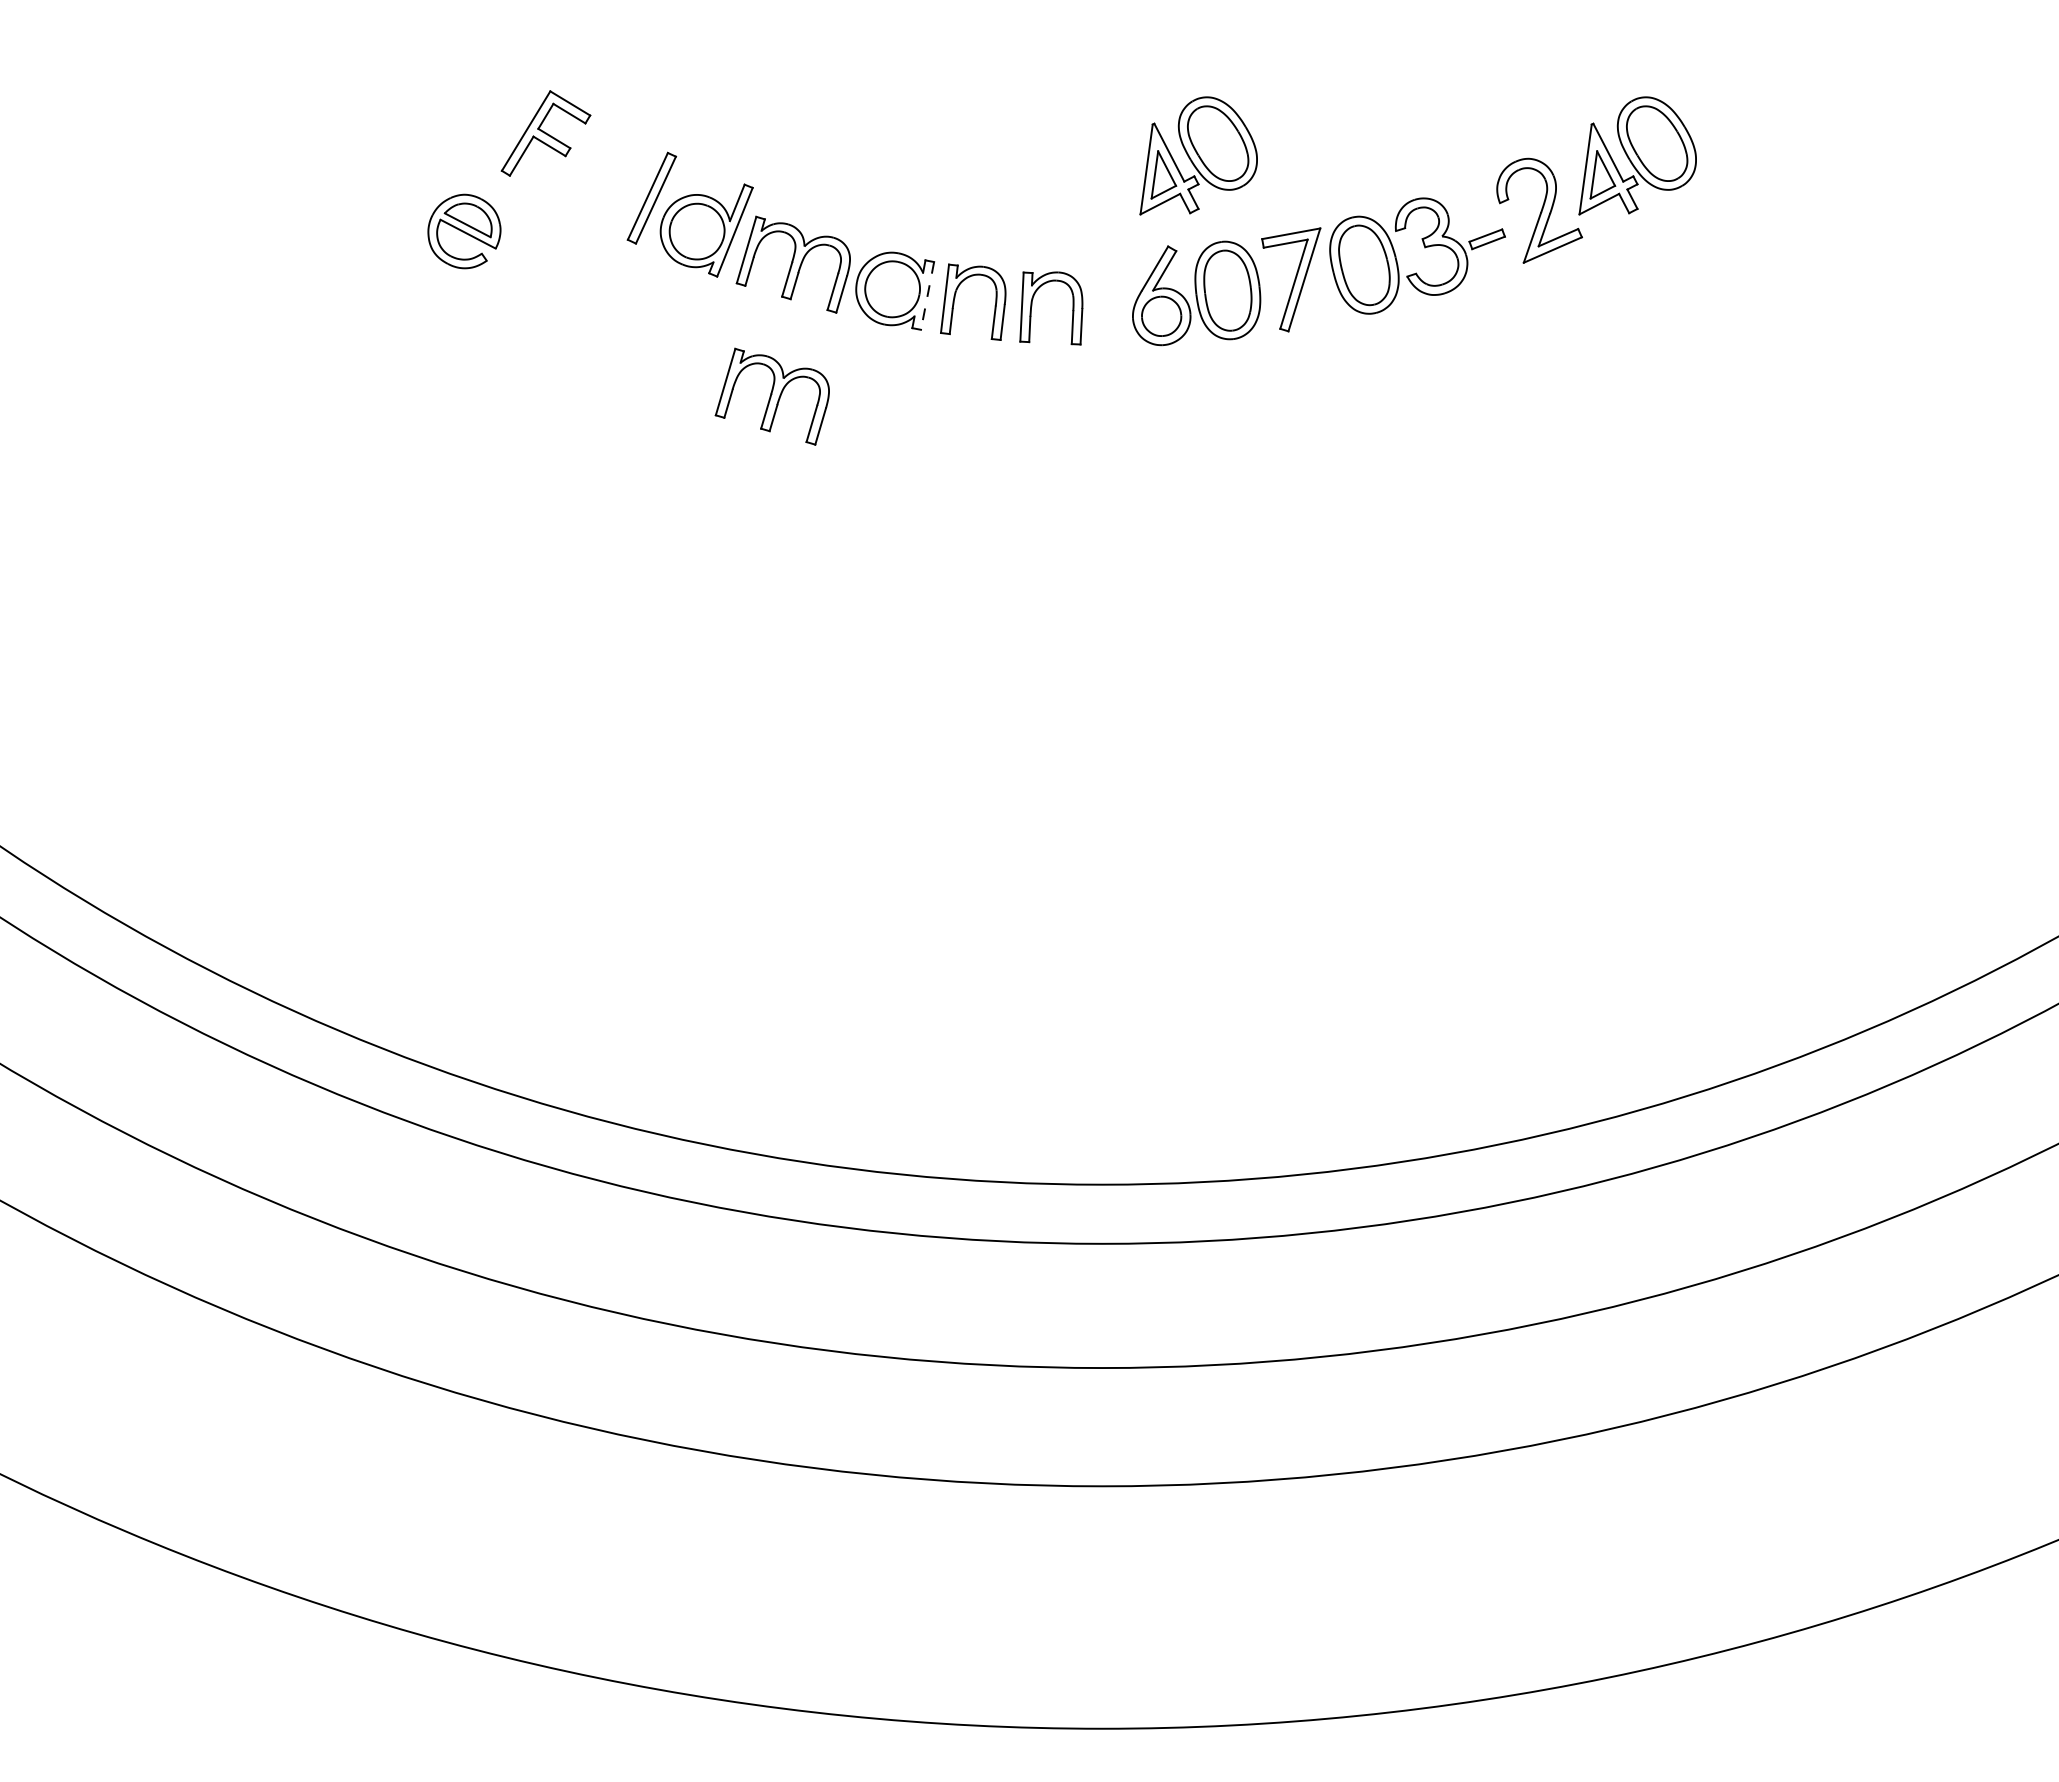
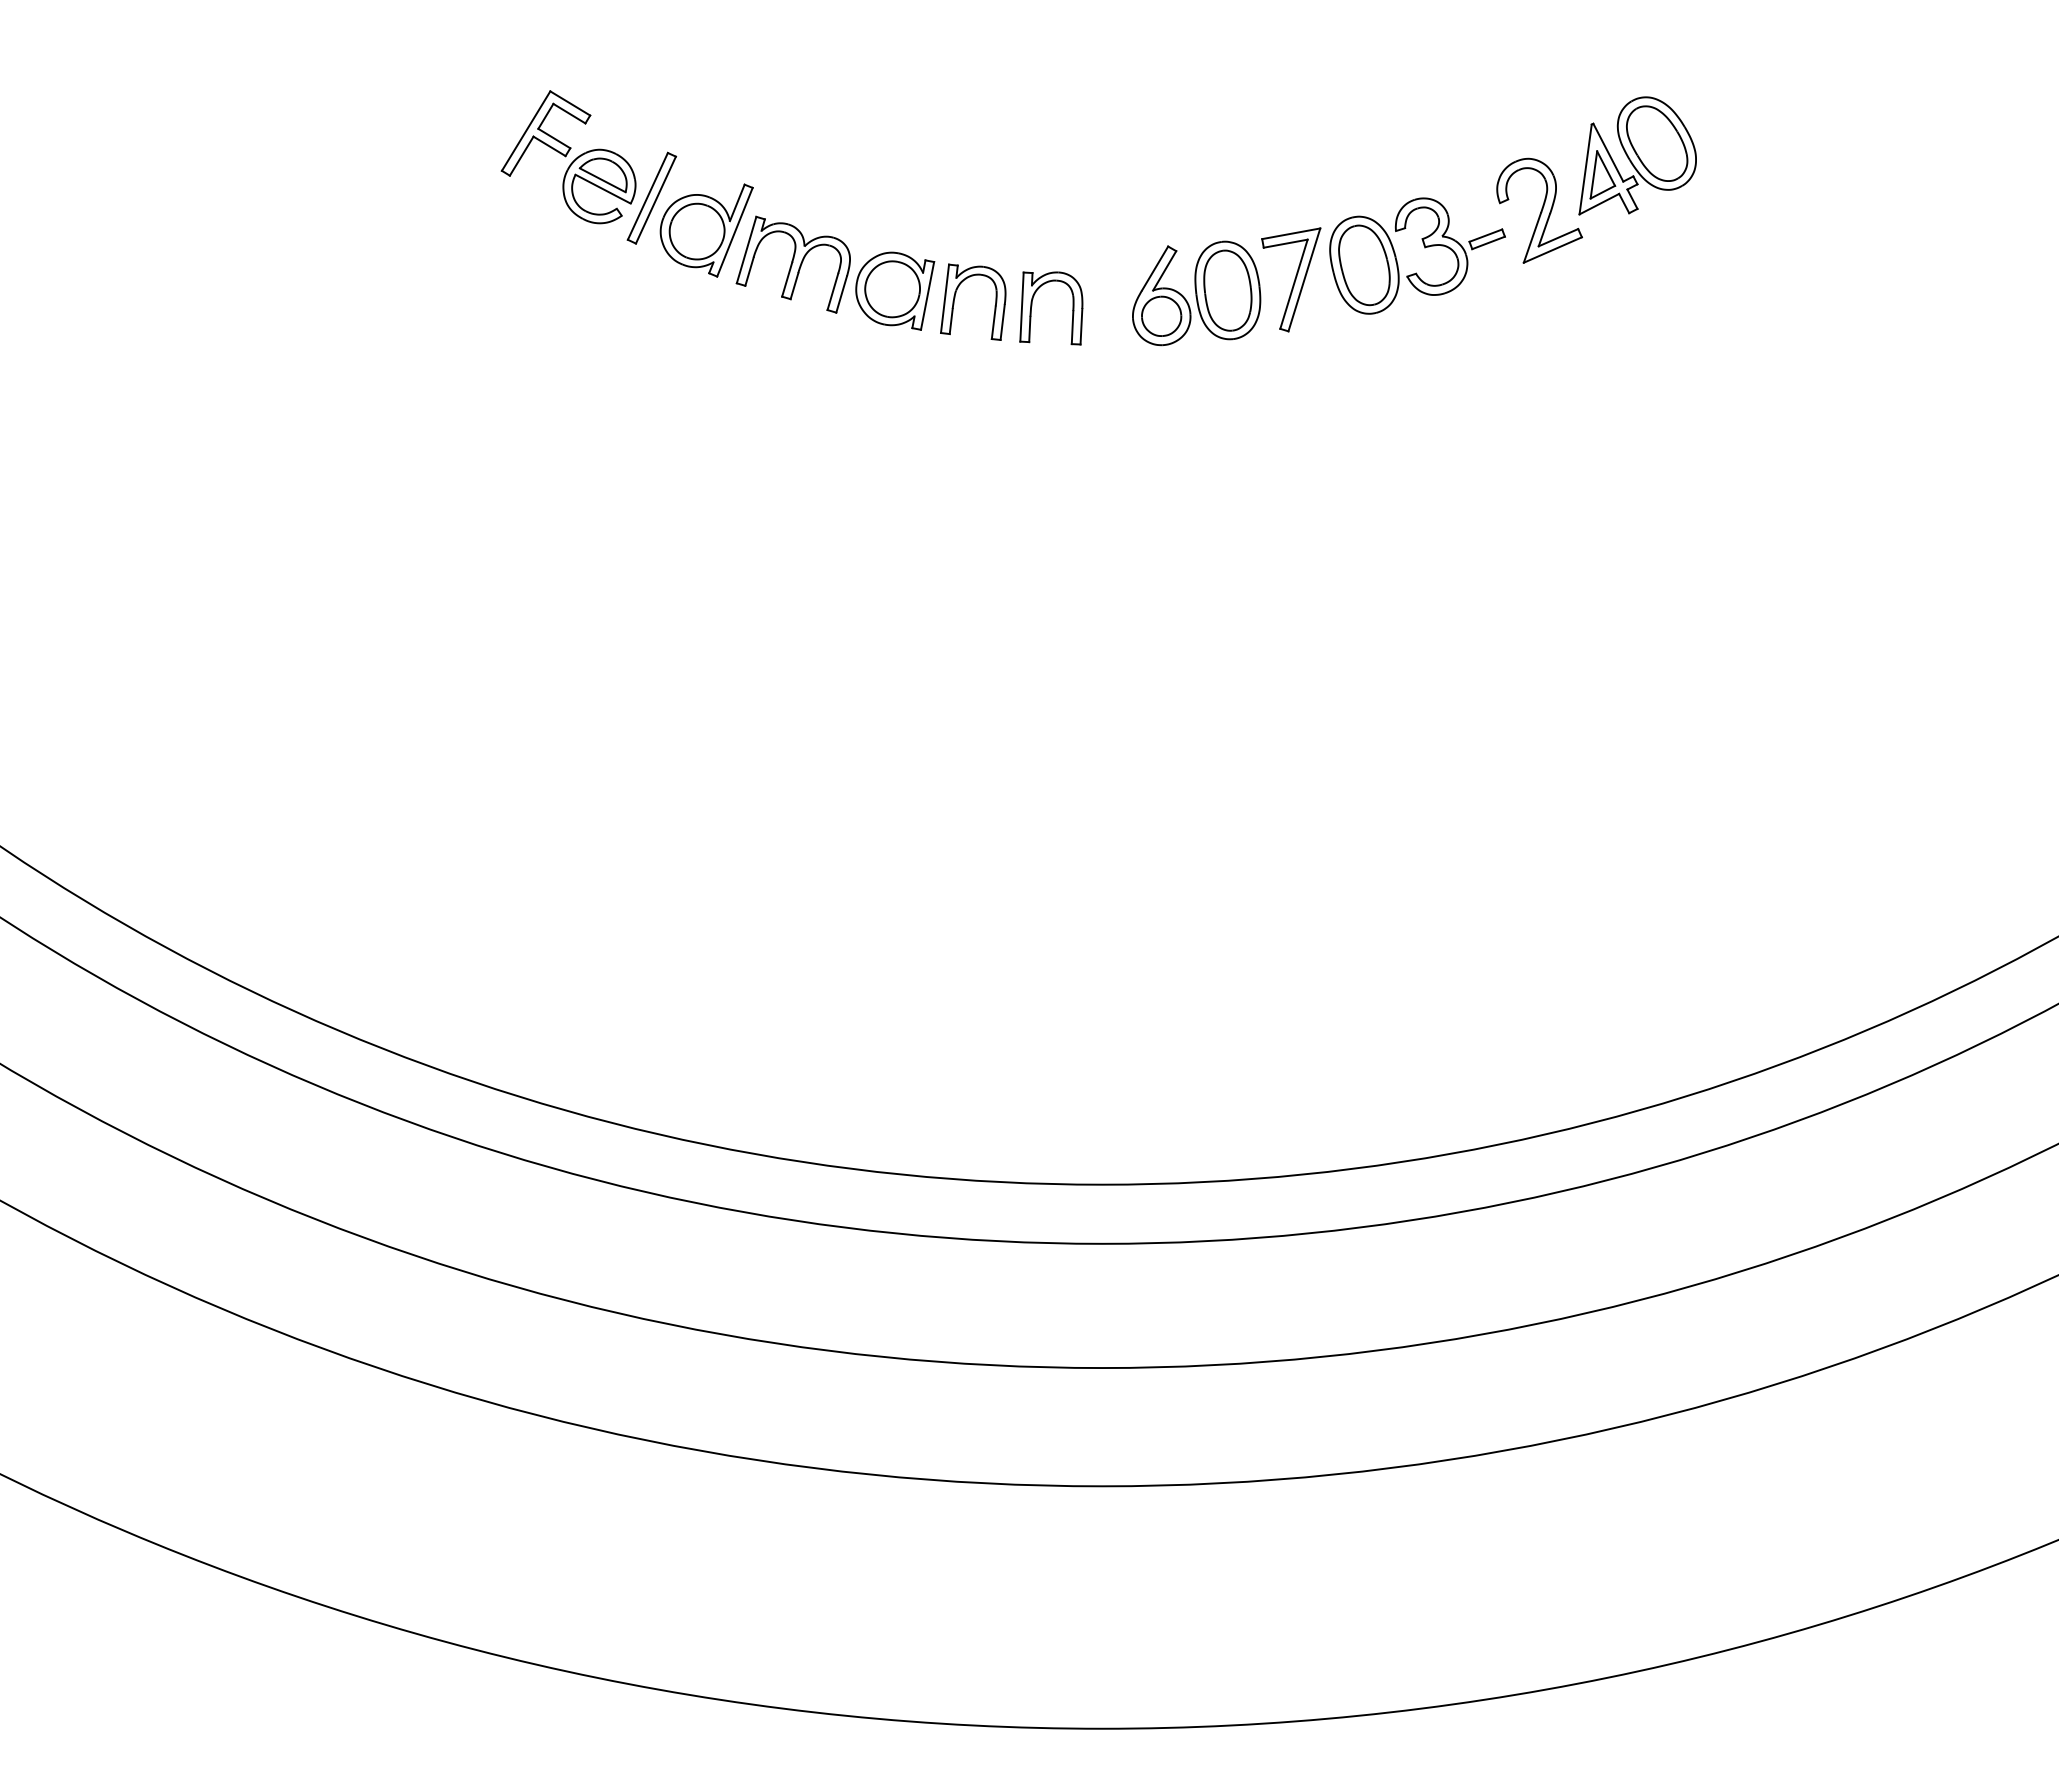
part at (1198, 155): present -> none
part at (464, 231) position: (464, 231) -> (599, 186)
line at (927, 295): dashed -> solid
part at (771, 396): present -> none
